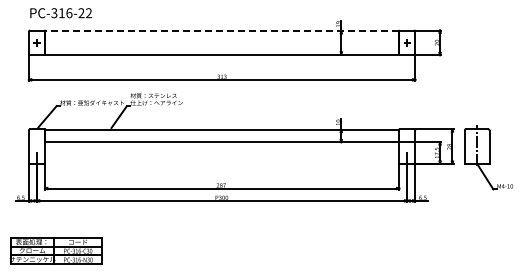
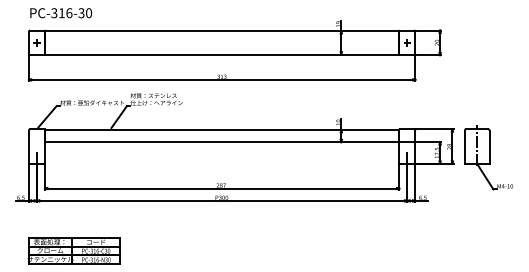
text at (85, 13): PC-316-22 -> PC-316-30
line at (221, 31): dashed -> solid
part at (55, 250) position: (55, 250) -> (73, 250)
